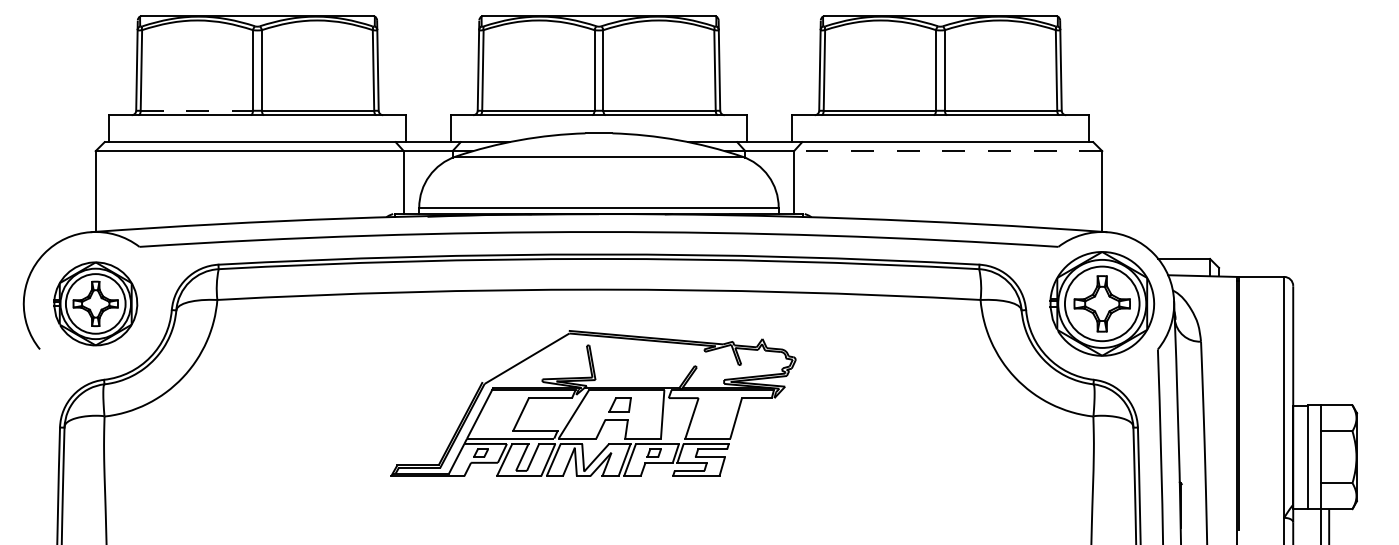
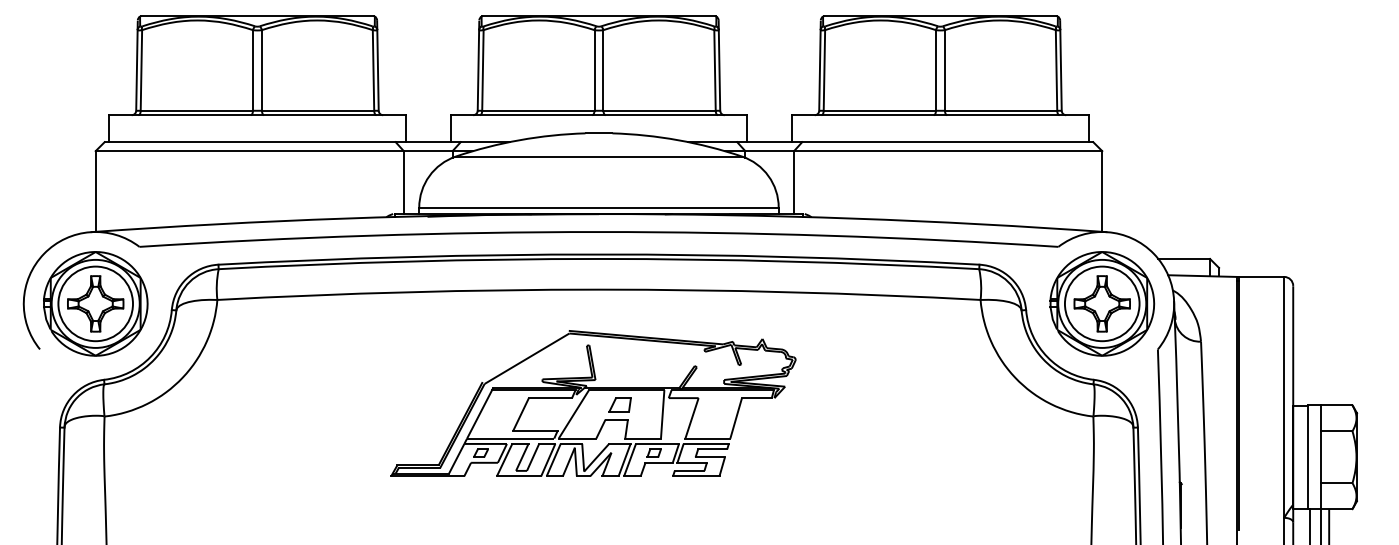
line at (197, 110): dashed -> solid
line at (947, 151): dashed -> solid
part at (95, 303) size: 86x86 px -> 106x106 px
line at (1310, 525): none -> present
